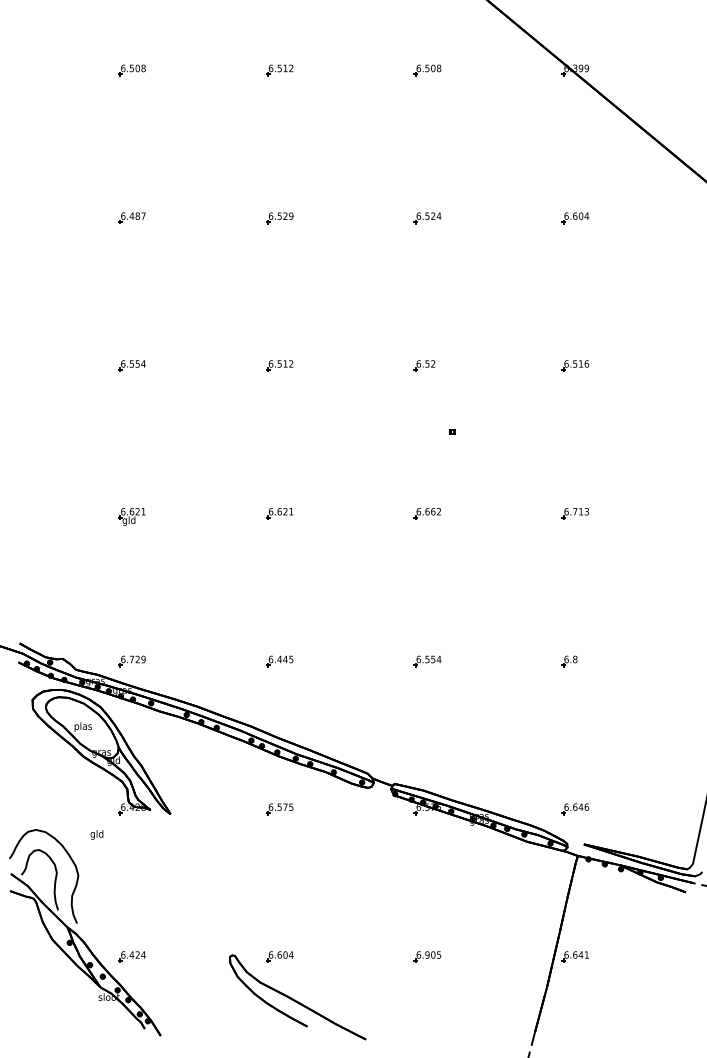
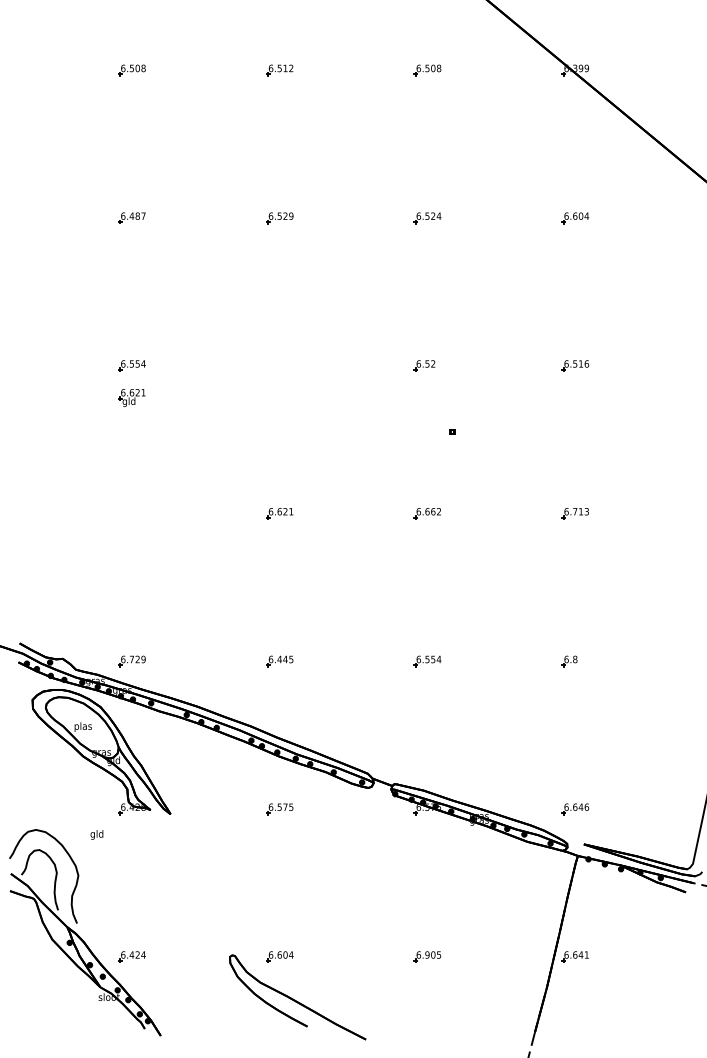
part at (279, 365): present -> none
part at (131, 516) position: (131, 516) -> (131, 397)
